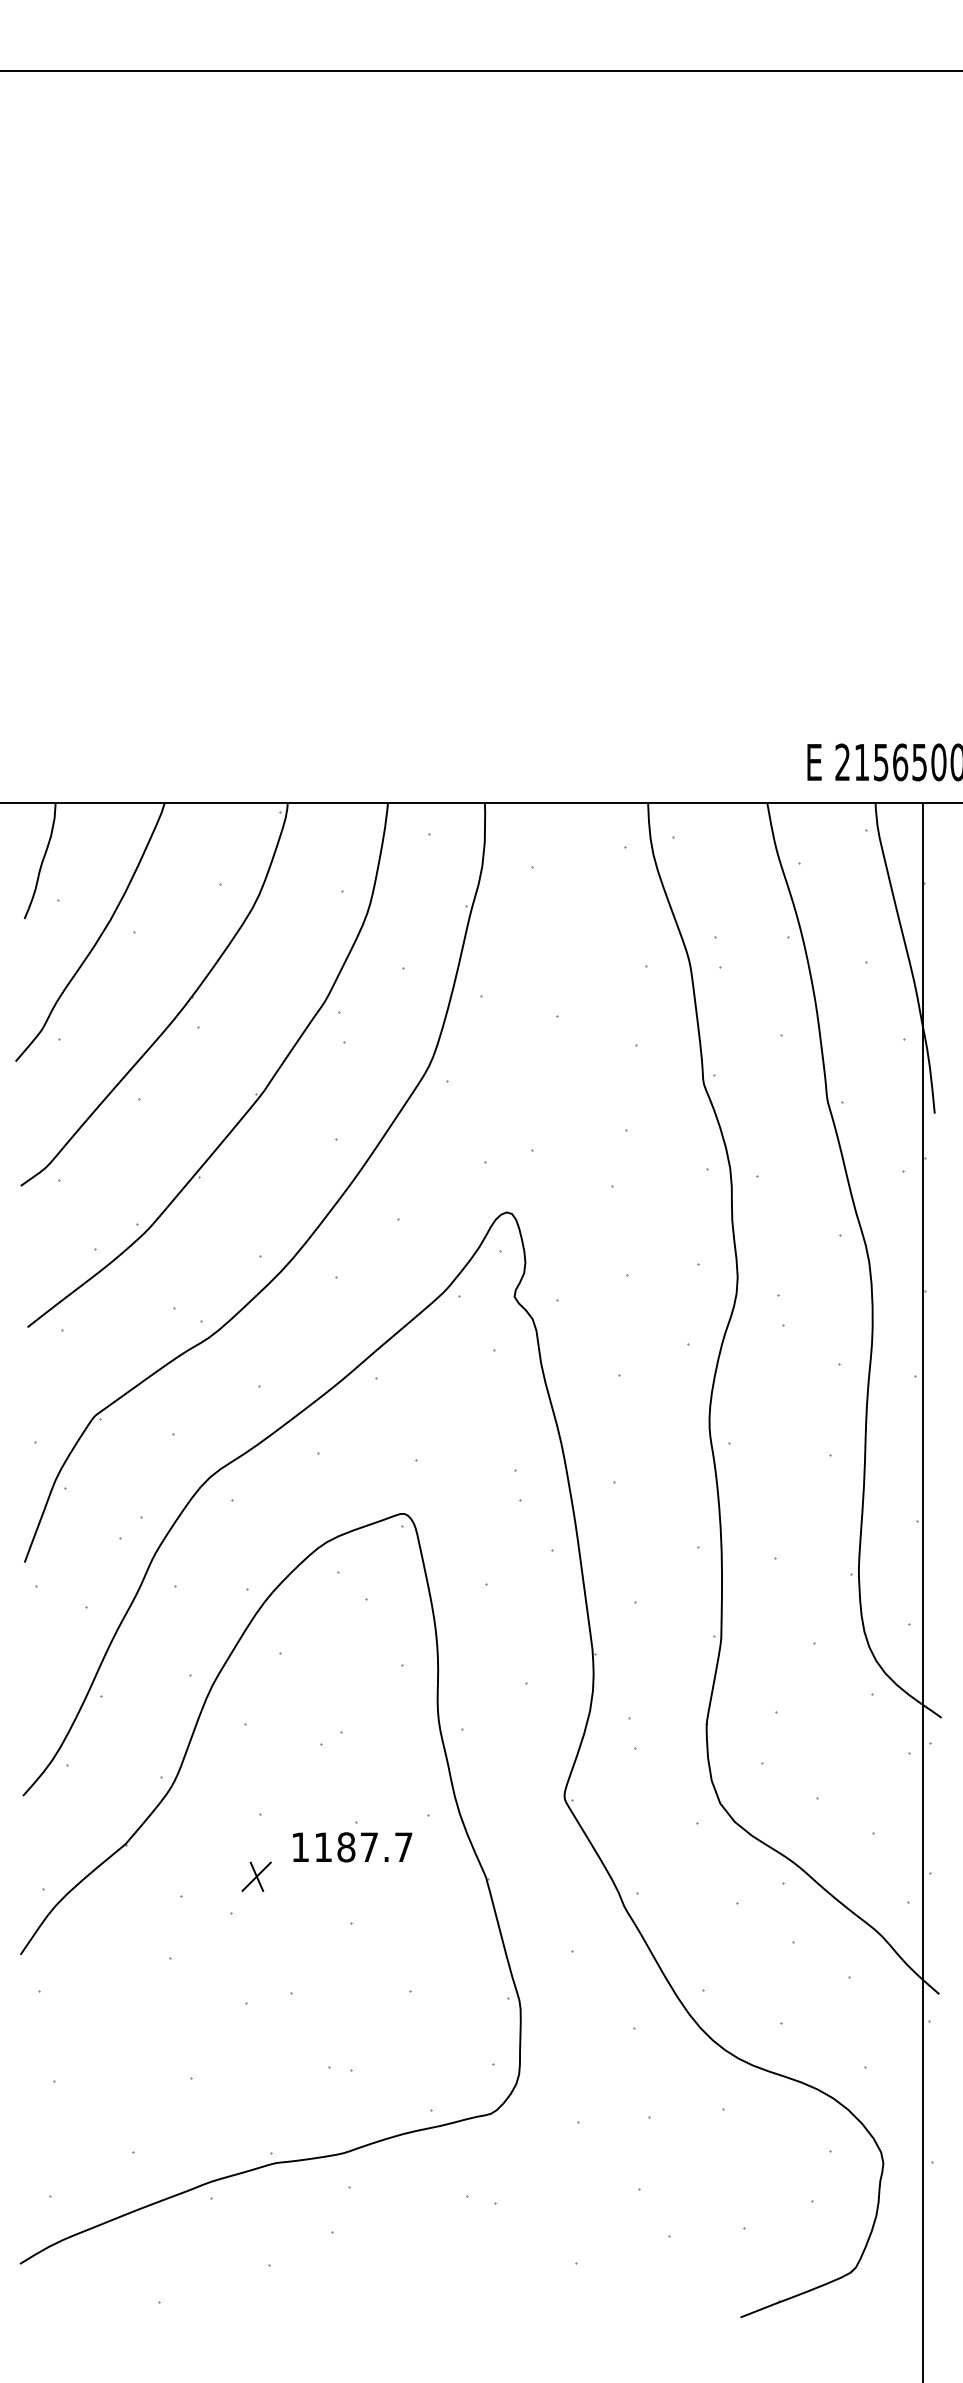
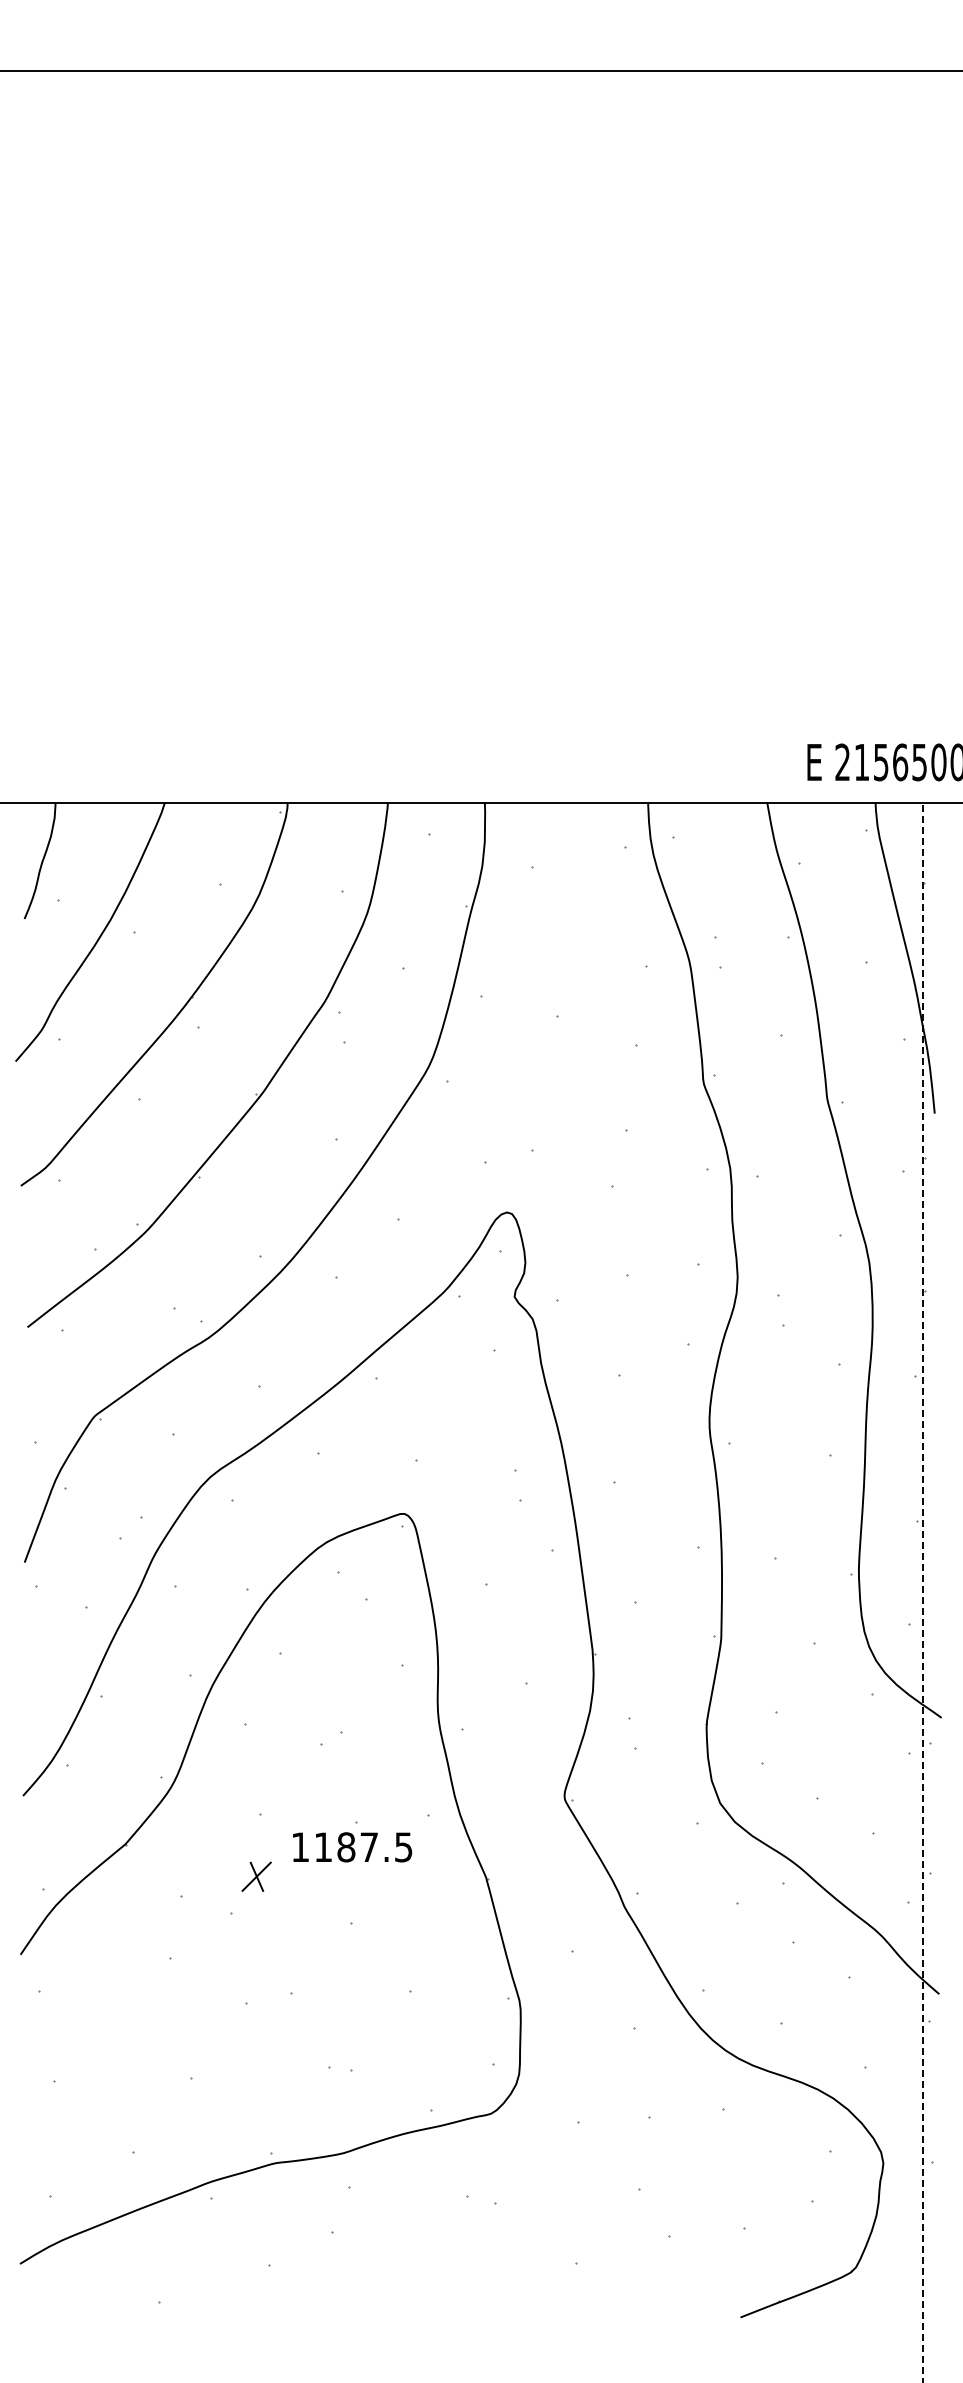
line at (923, 1591): solid -> dashed
text at (403, 1847): 1187.7 -> 1187.5
